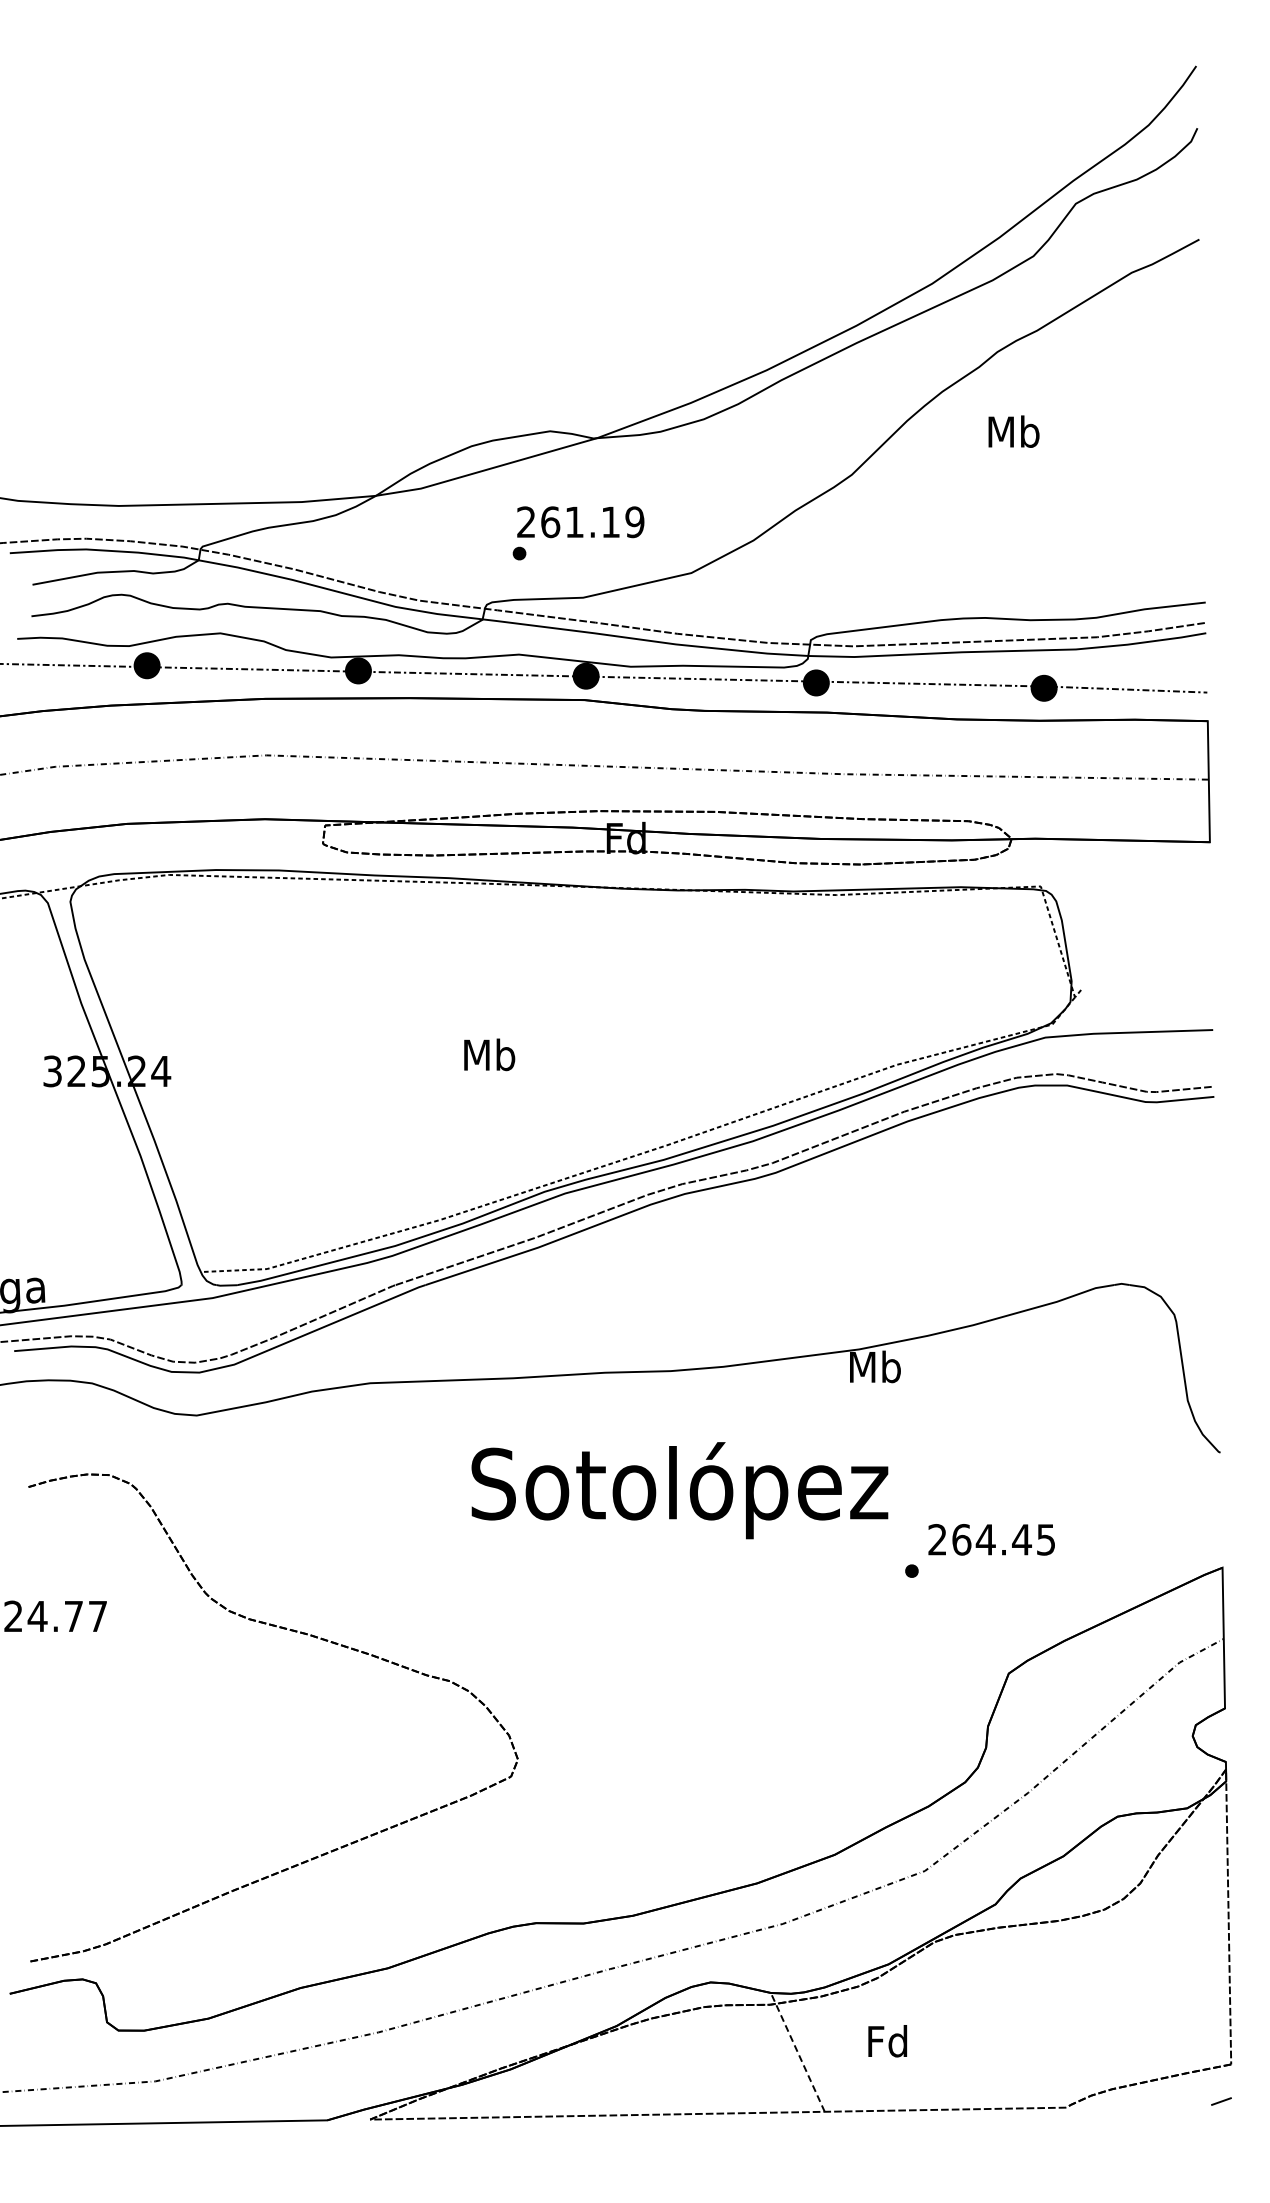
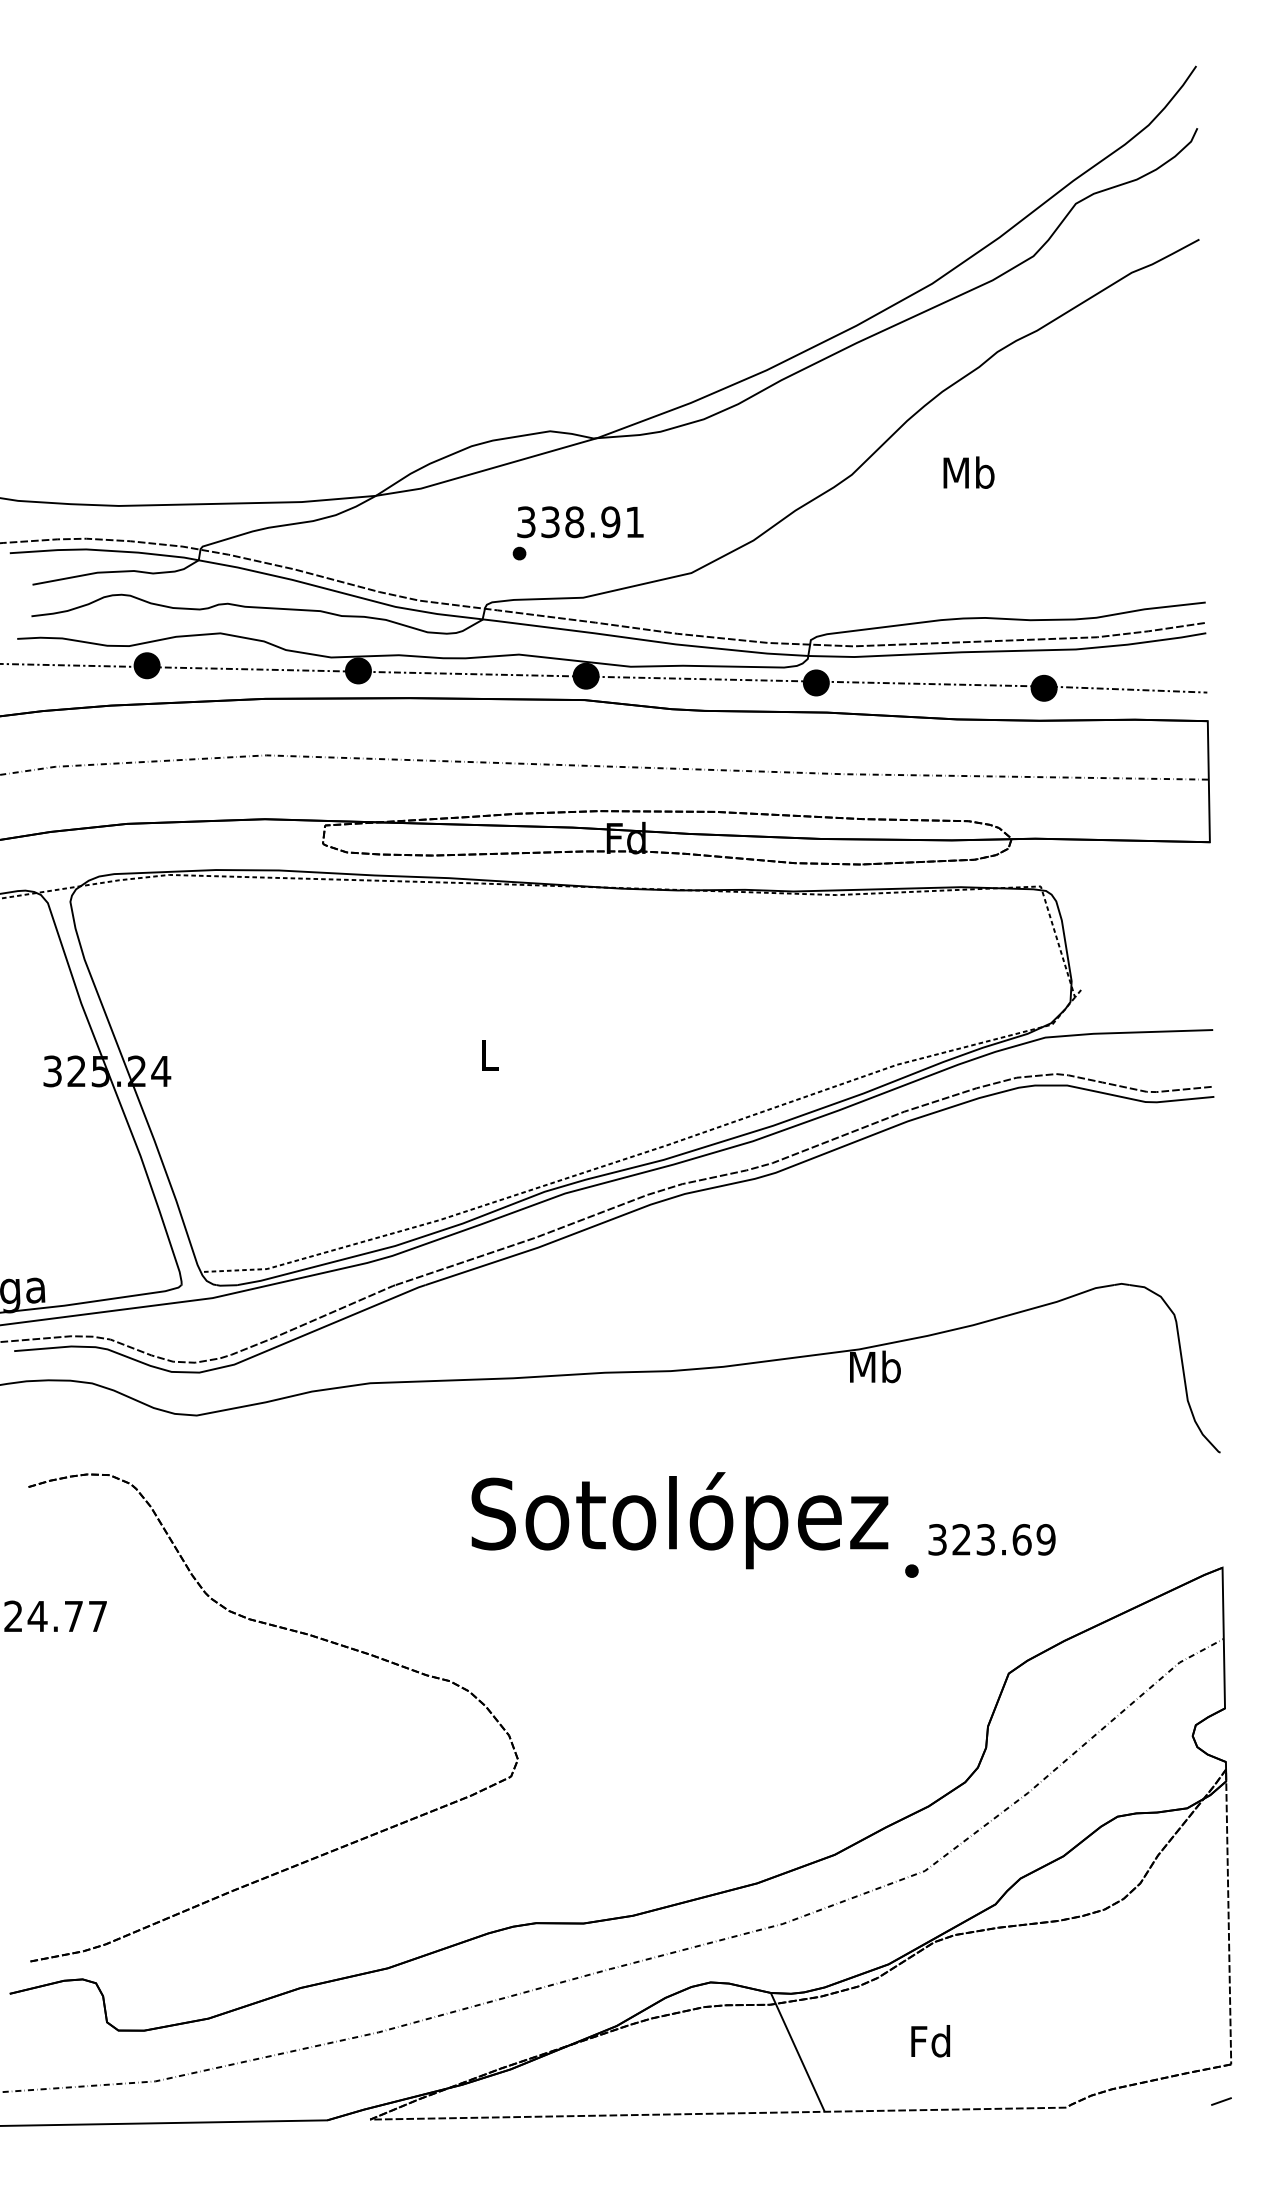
text at (1013, 431) position: (1013, 431) -> (968, 472)
text at (580, 522): 261.19 -> 338.91
text at (489, 1054): Mb -> L
text at (679, 1490) position: (679, 1490) -> (679, 1520)
text at (991, 1539): 264.45 -> 323.69
text at (887, 2041) position: (887, 2041) -> (930, 2041)
line at (797, 2051): dashed -> solid
